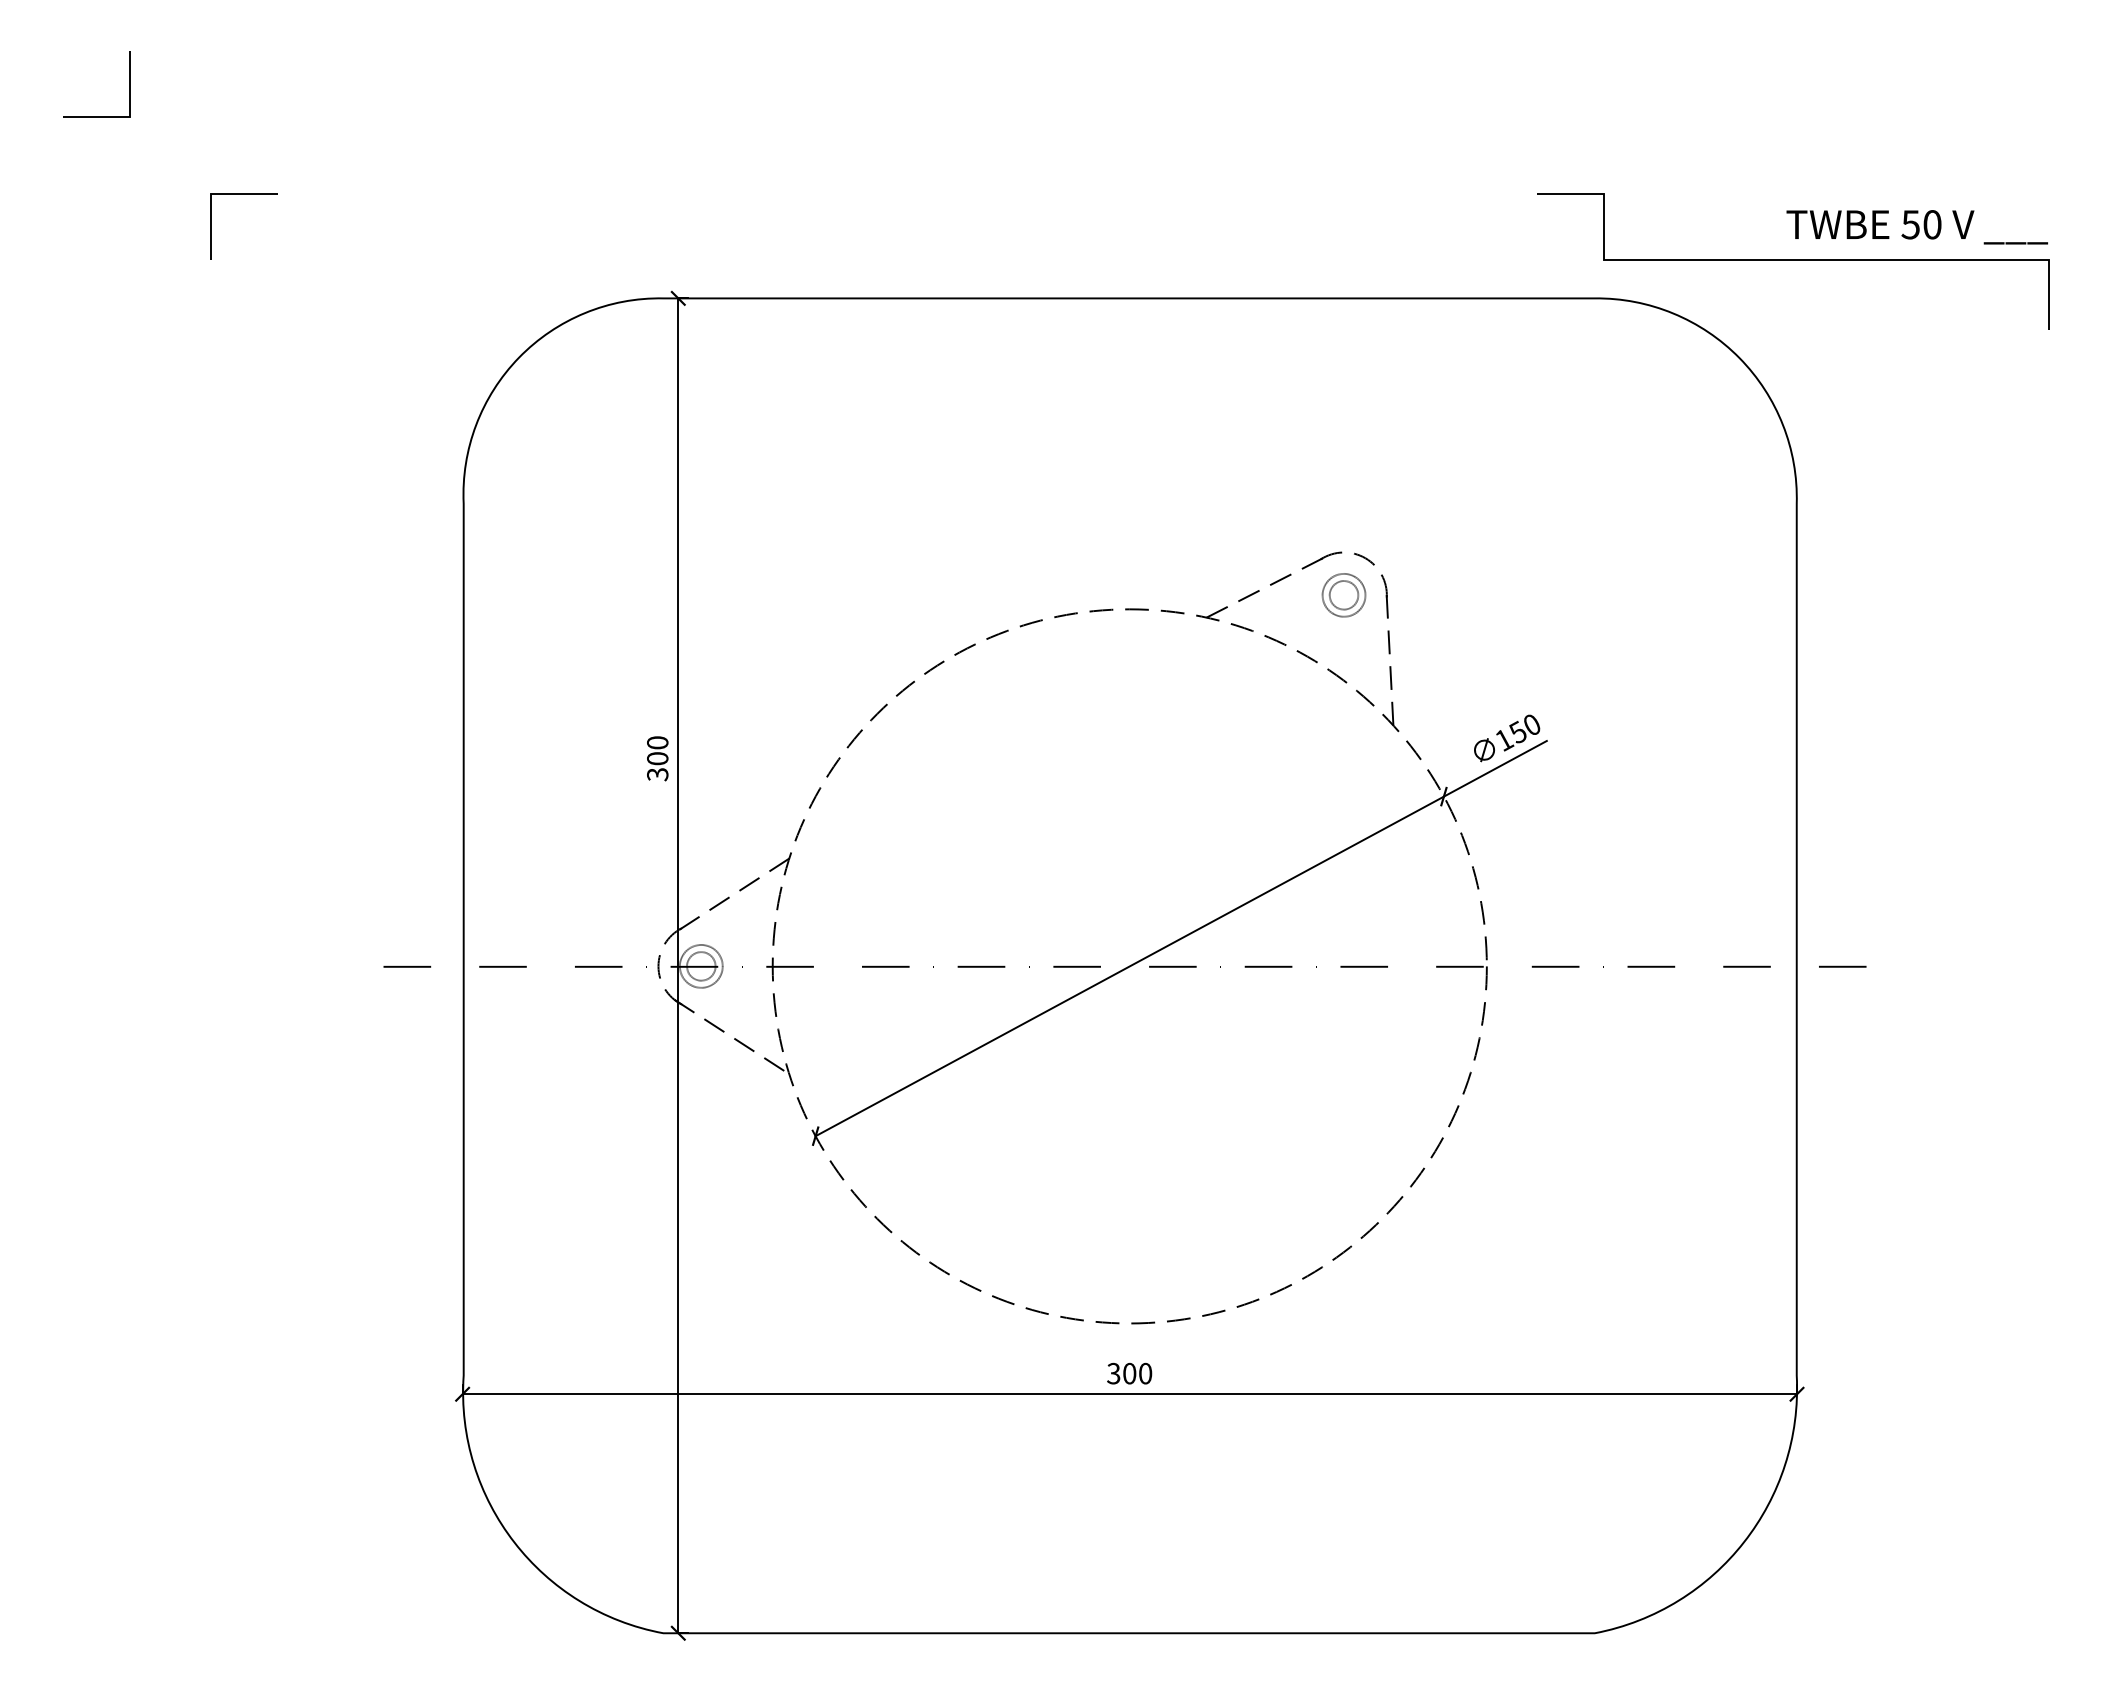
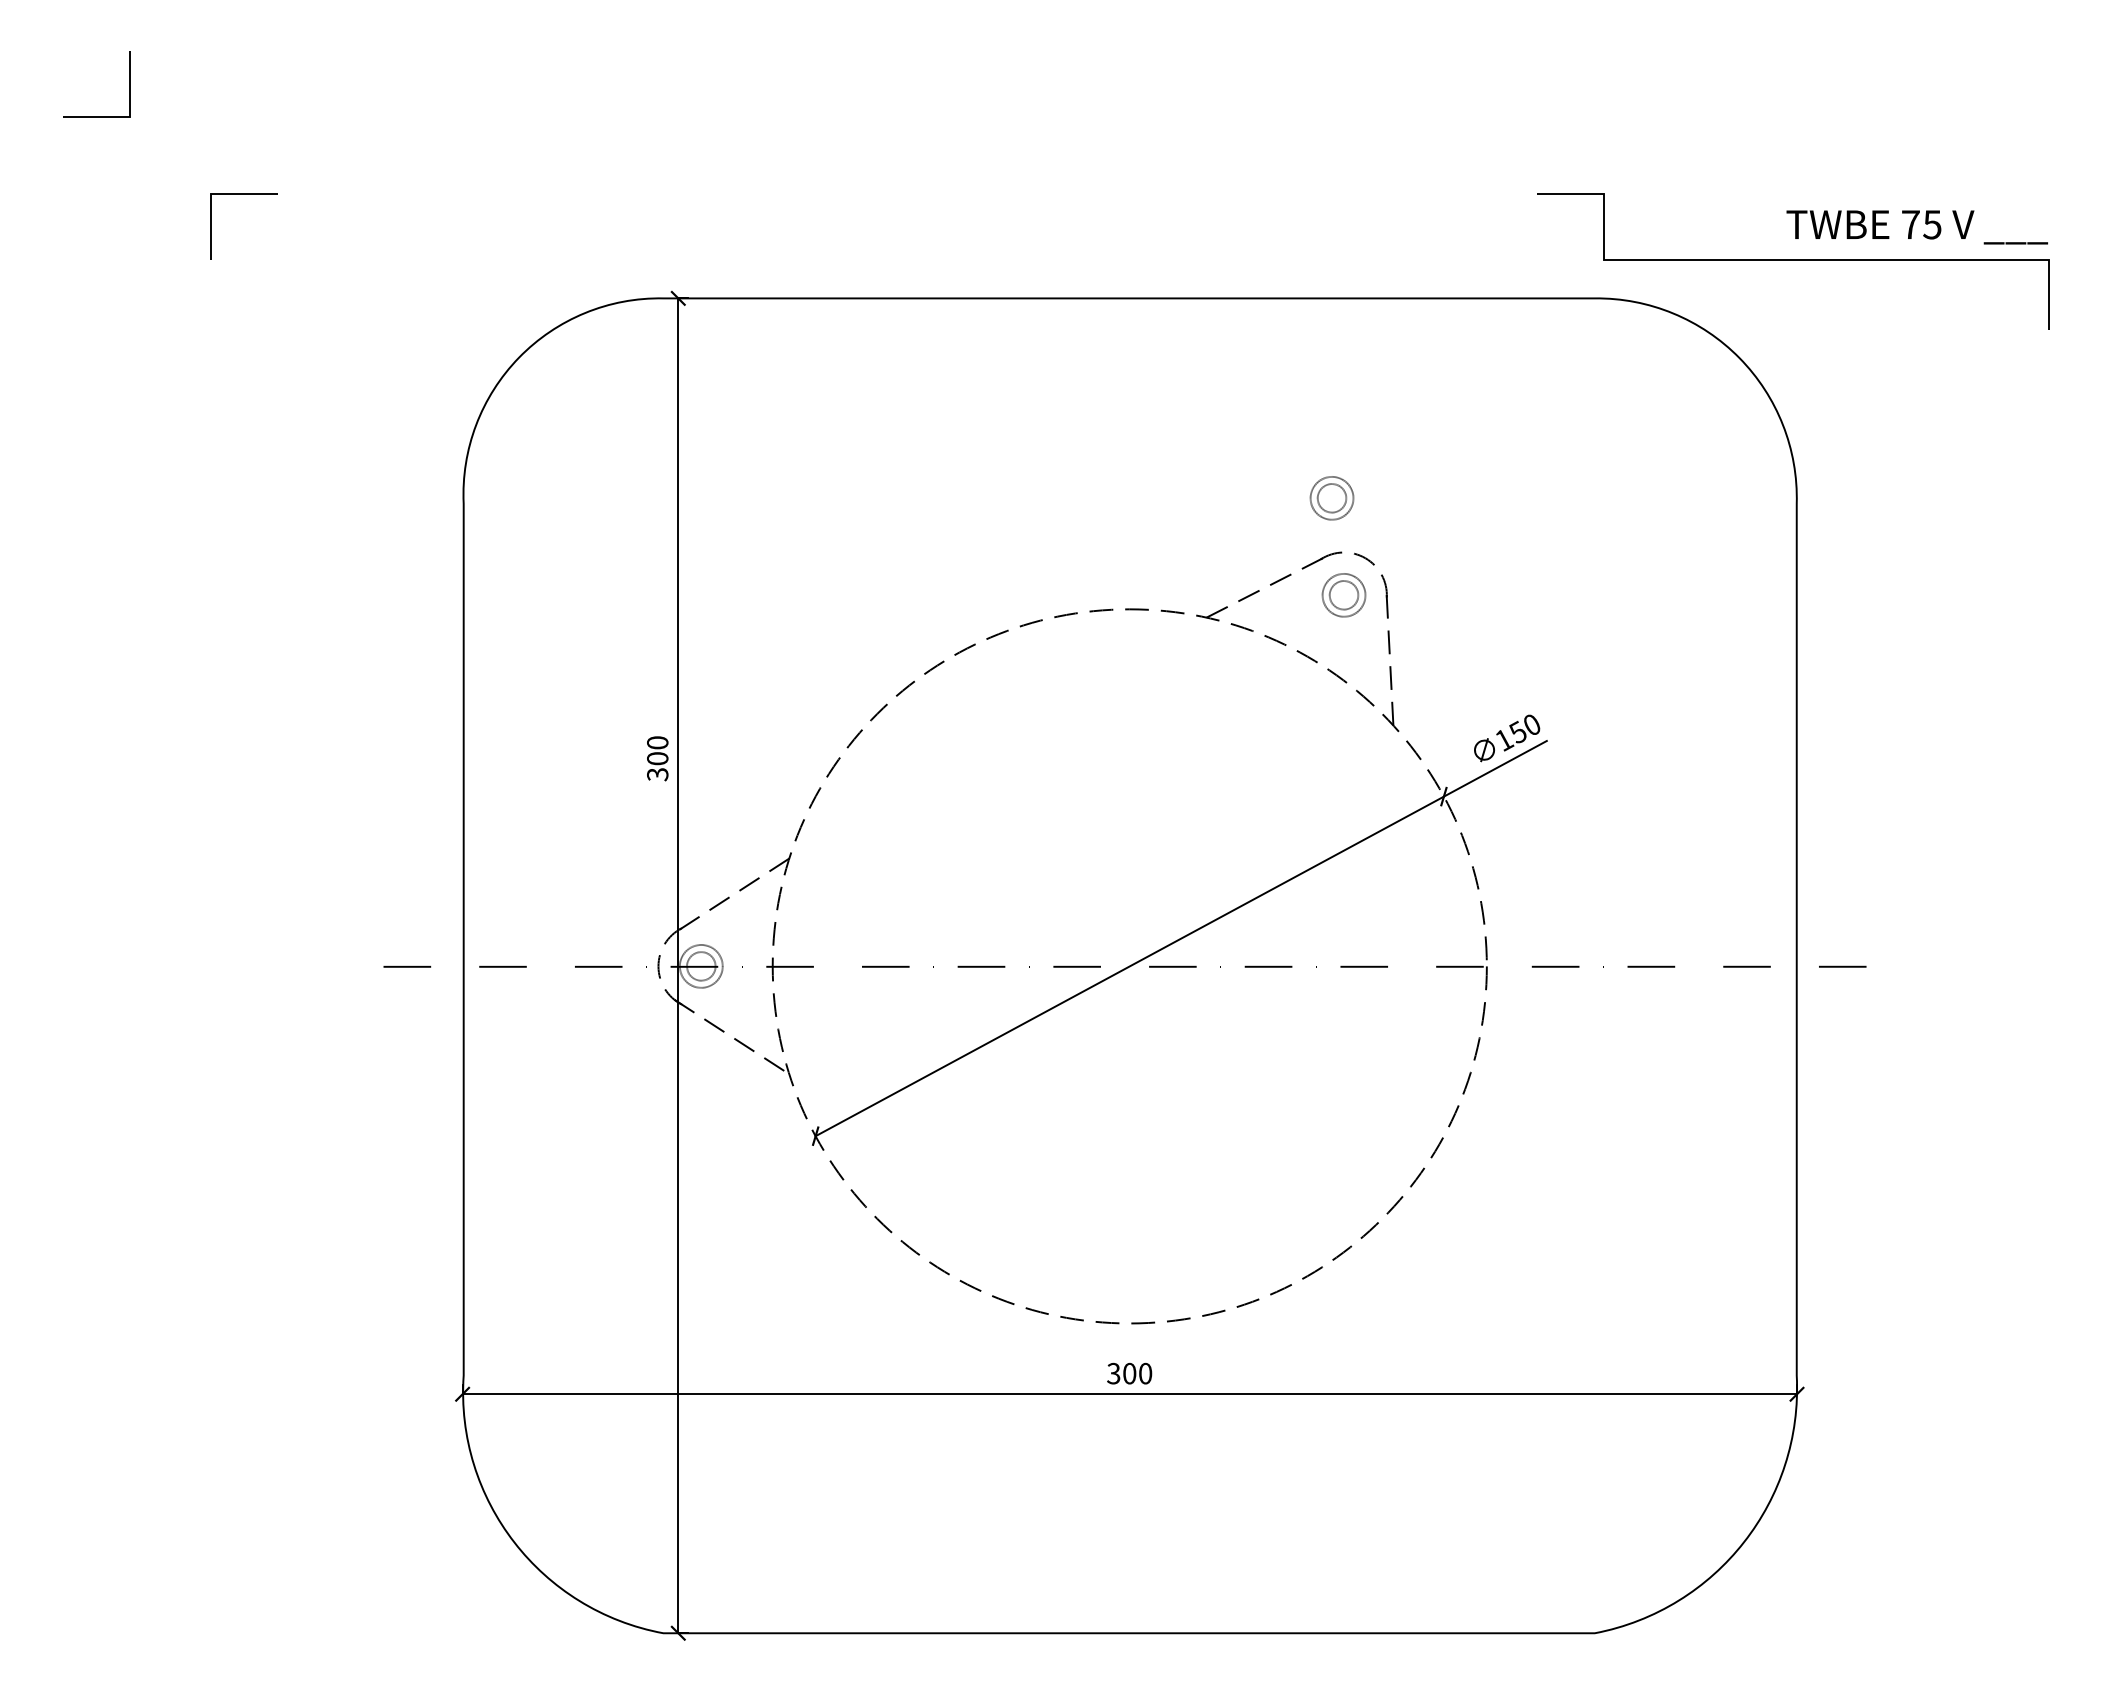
text at (1921, 224): 50 -> 75
part at (1331, 498): none -> present
